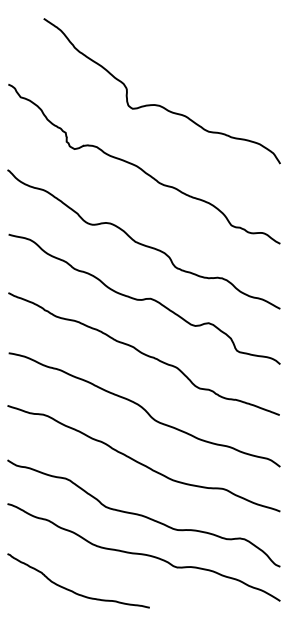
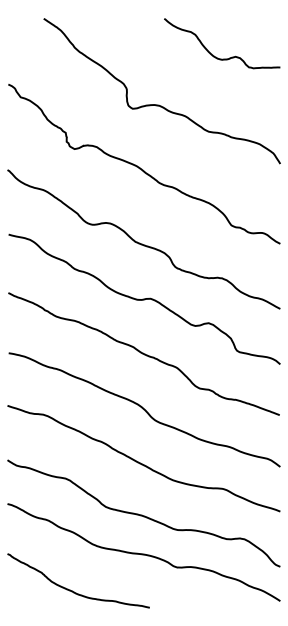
curve at (216, 56): none -> present
